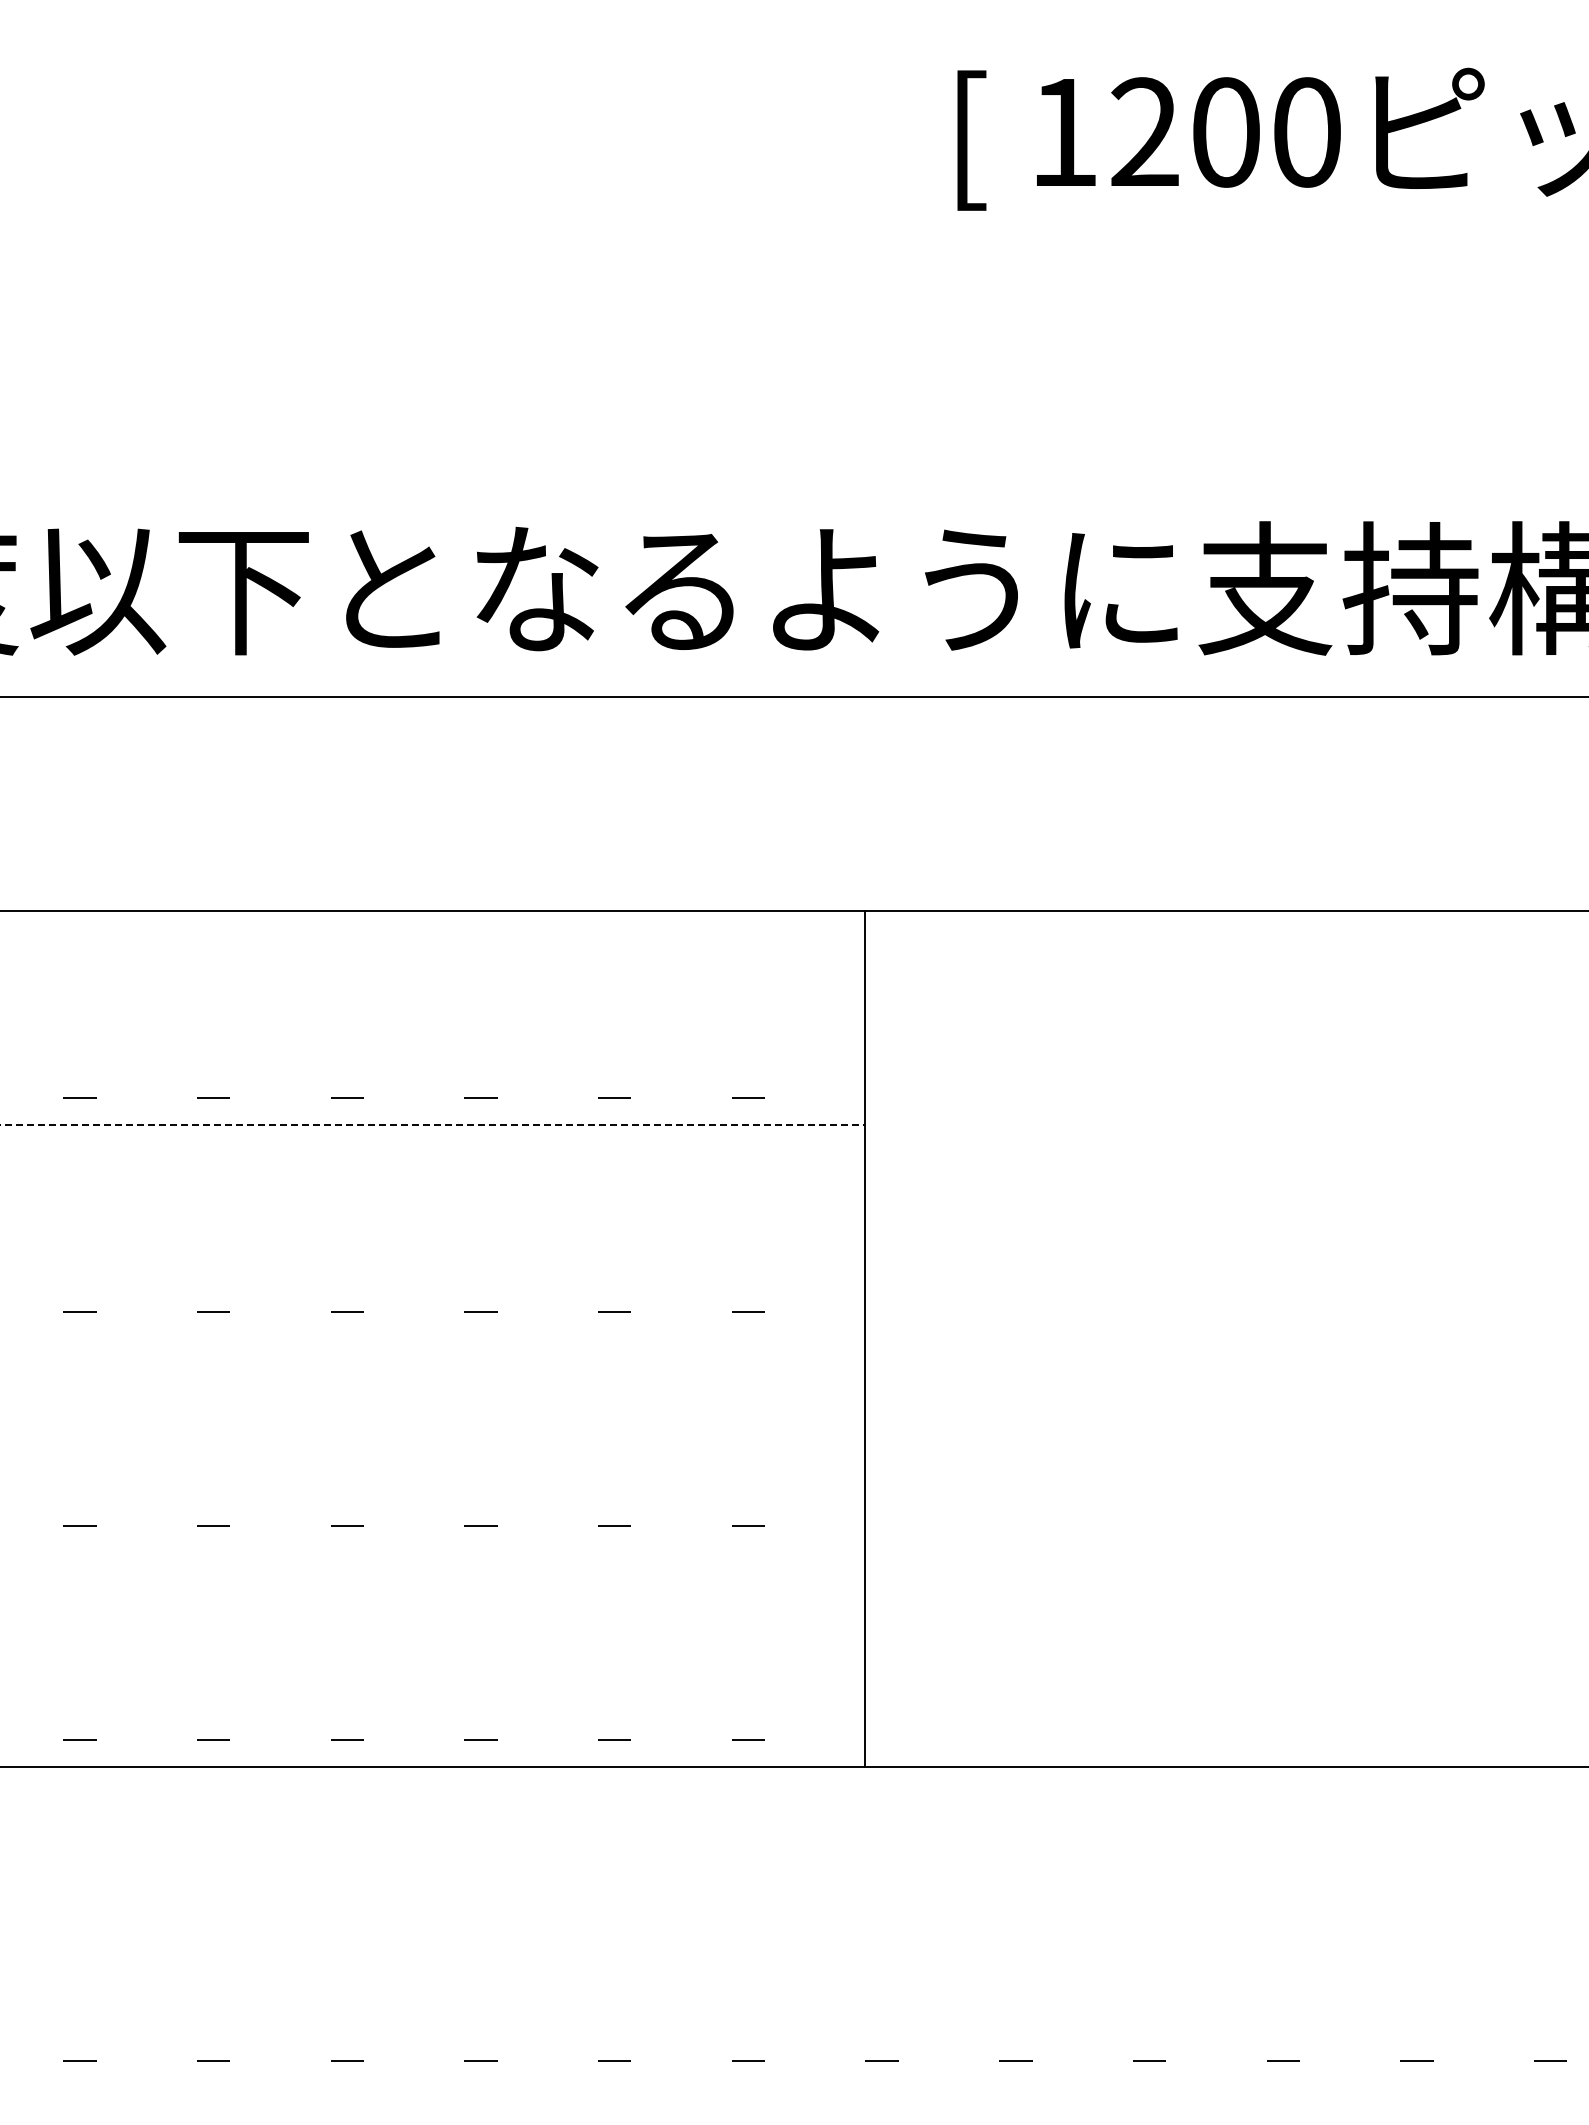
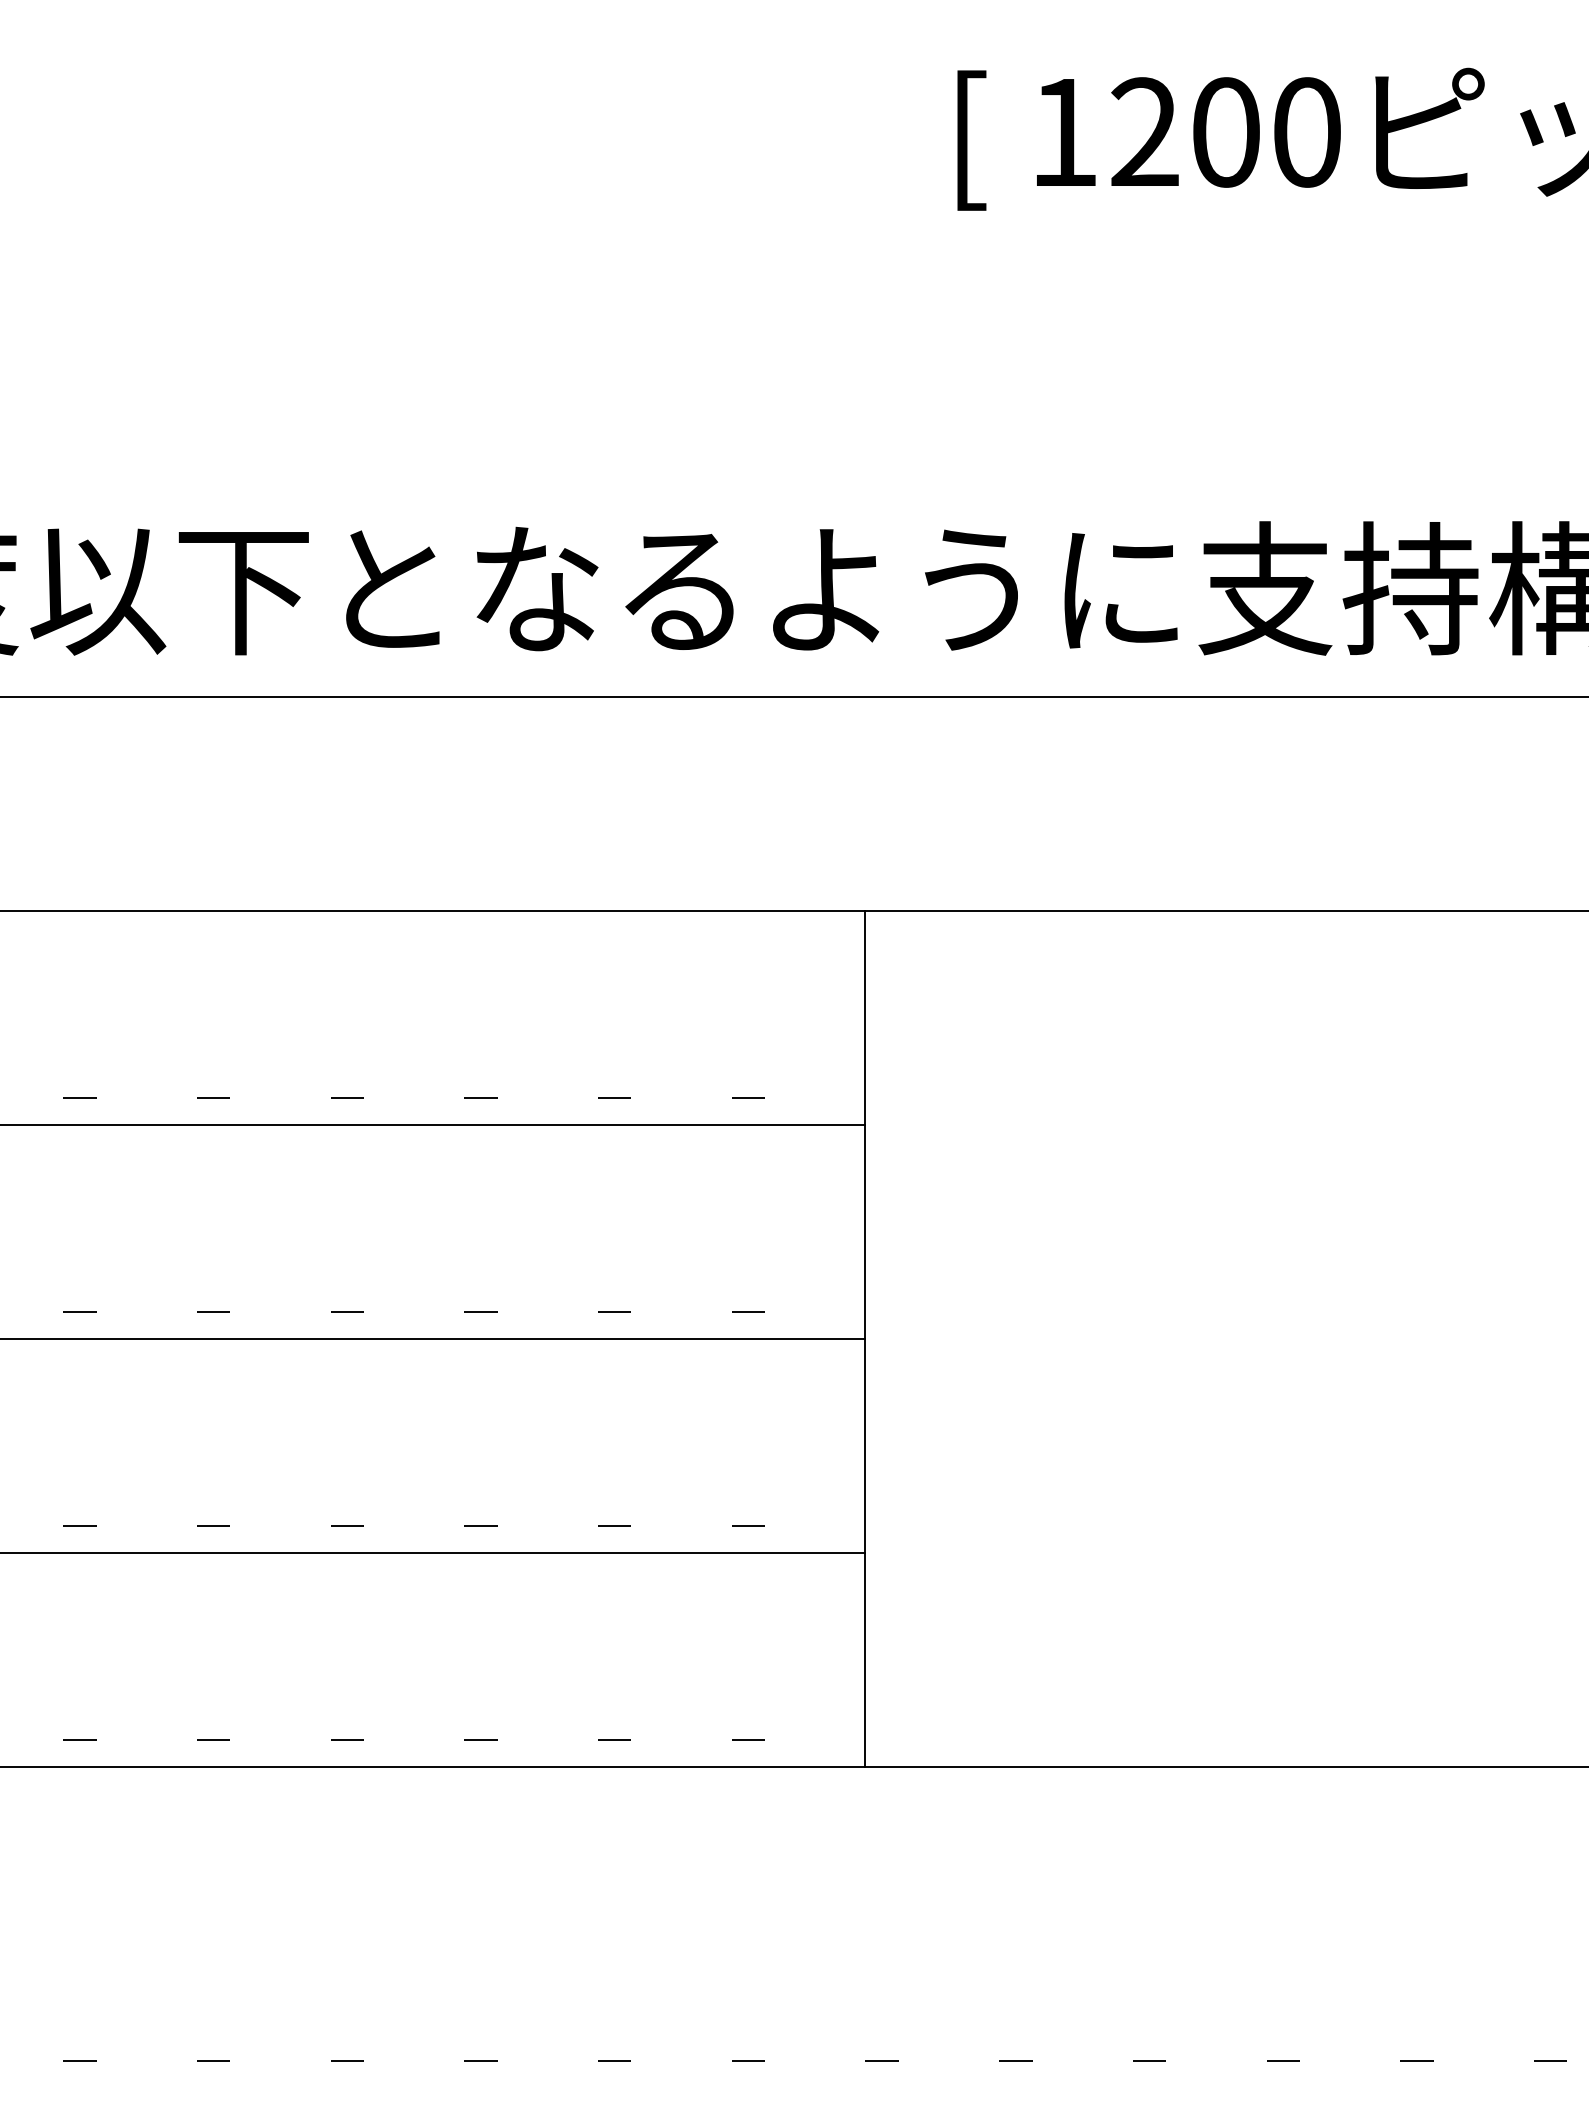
line at (432, 1125): dashed -> solid
line at (433, 1339): none -> present
line at (433, 1553): none -> present
